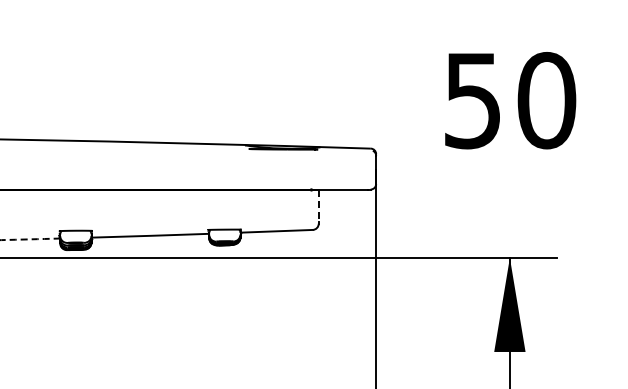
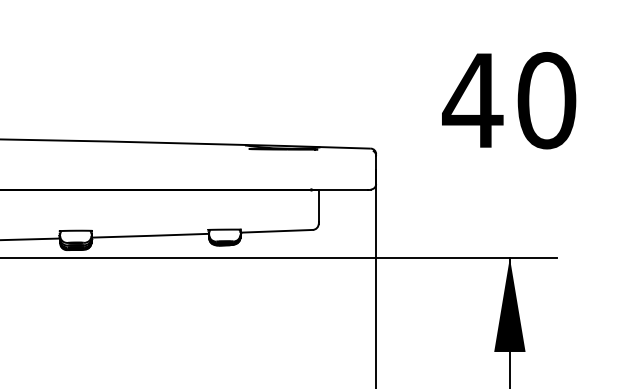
text at (472, 101): 50 -> 40
line at (318, 206): dashed -> solid
arc at (30, 239): dashed -> solid
